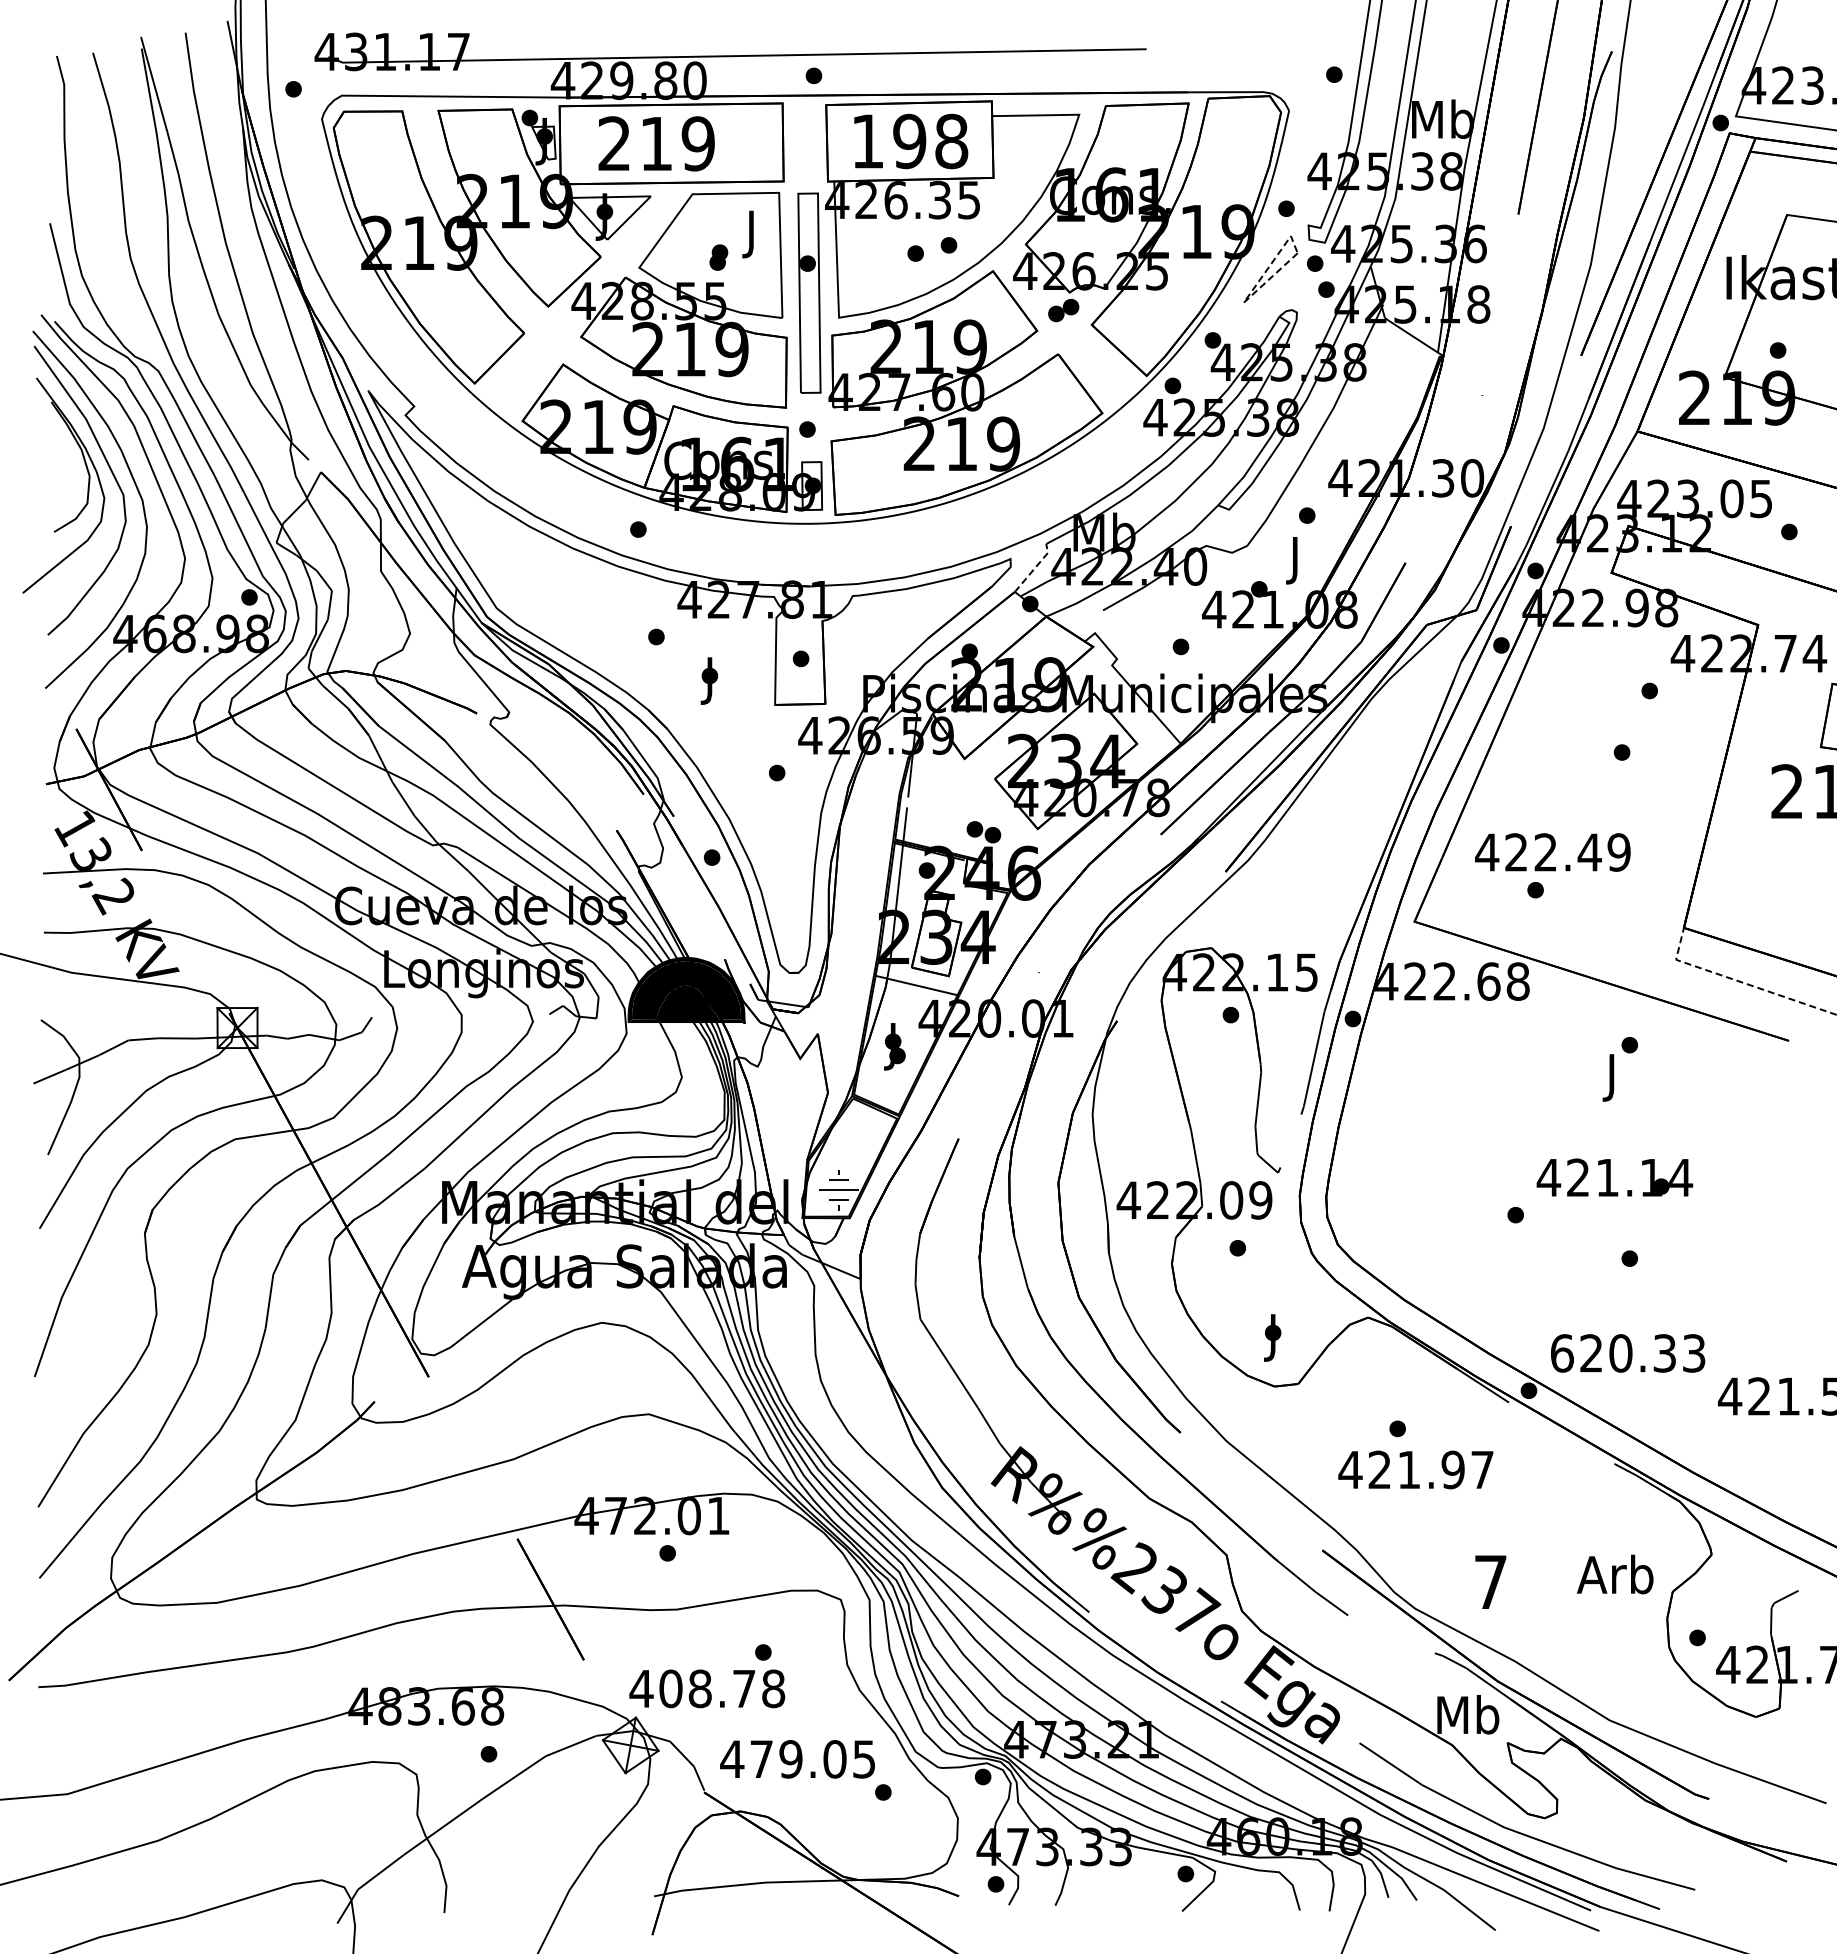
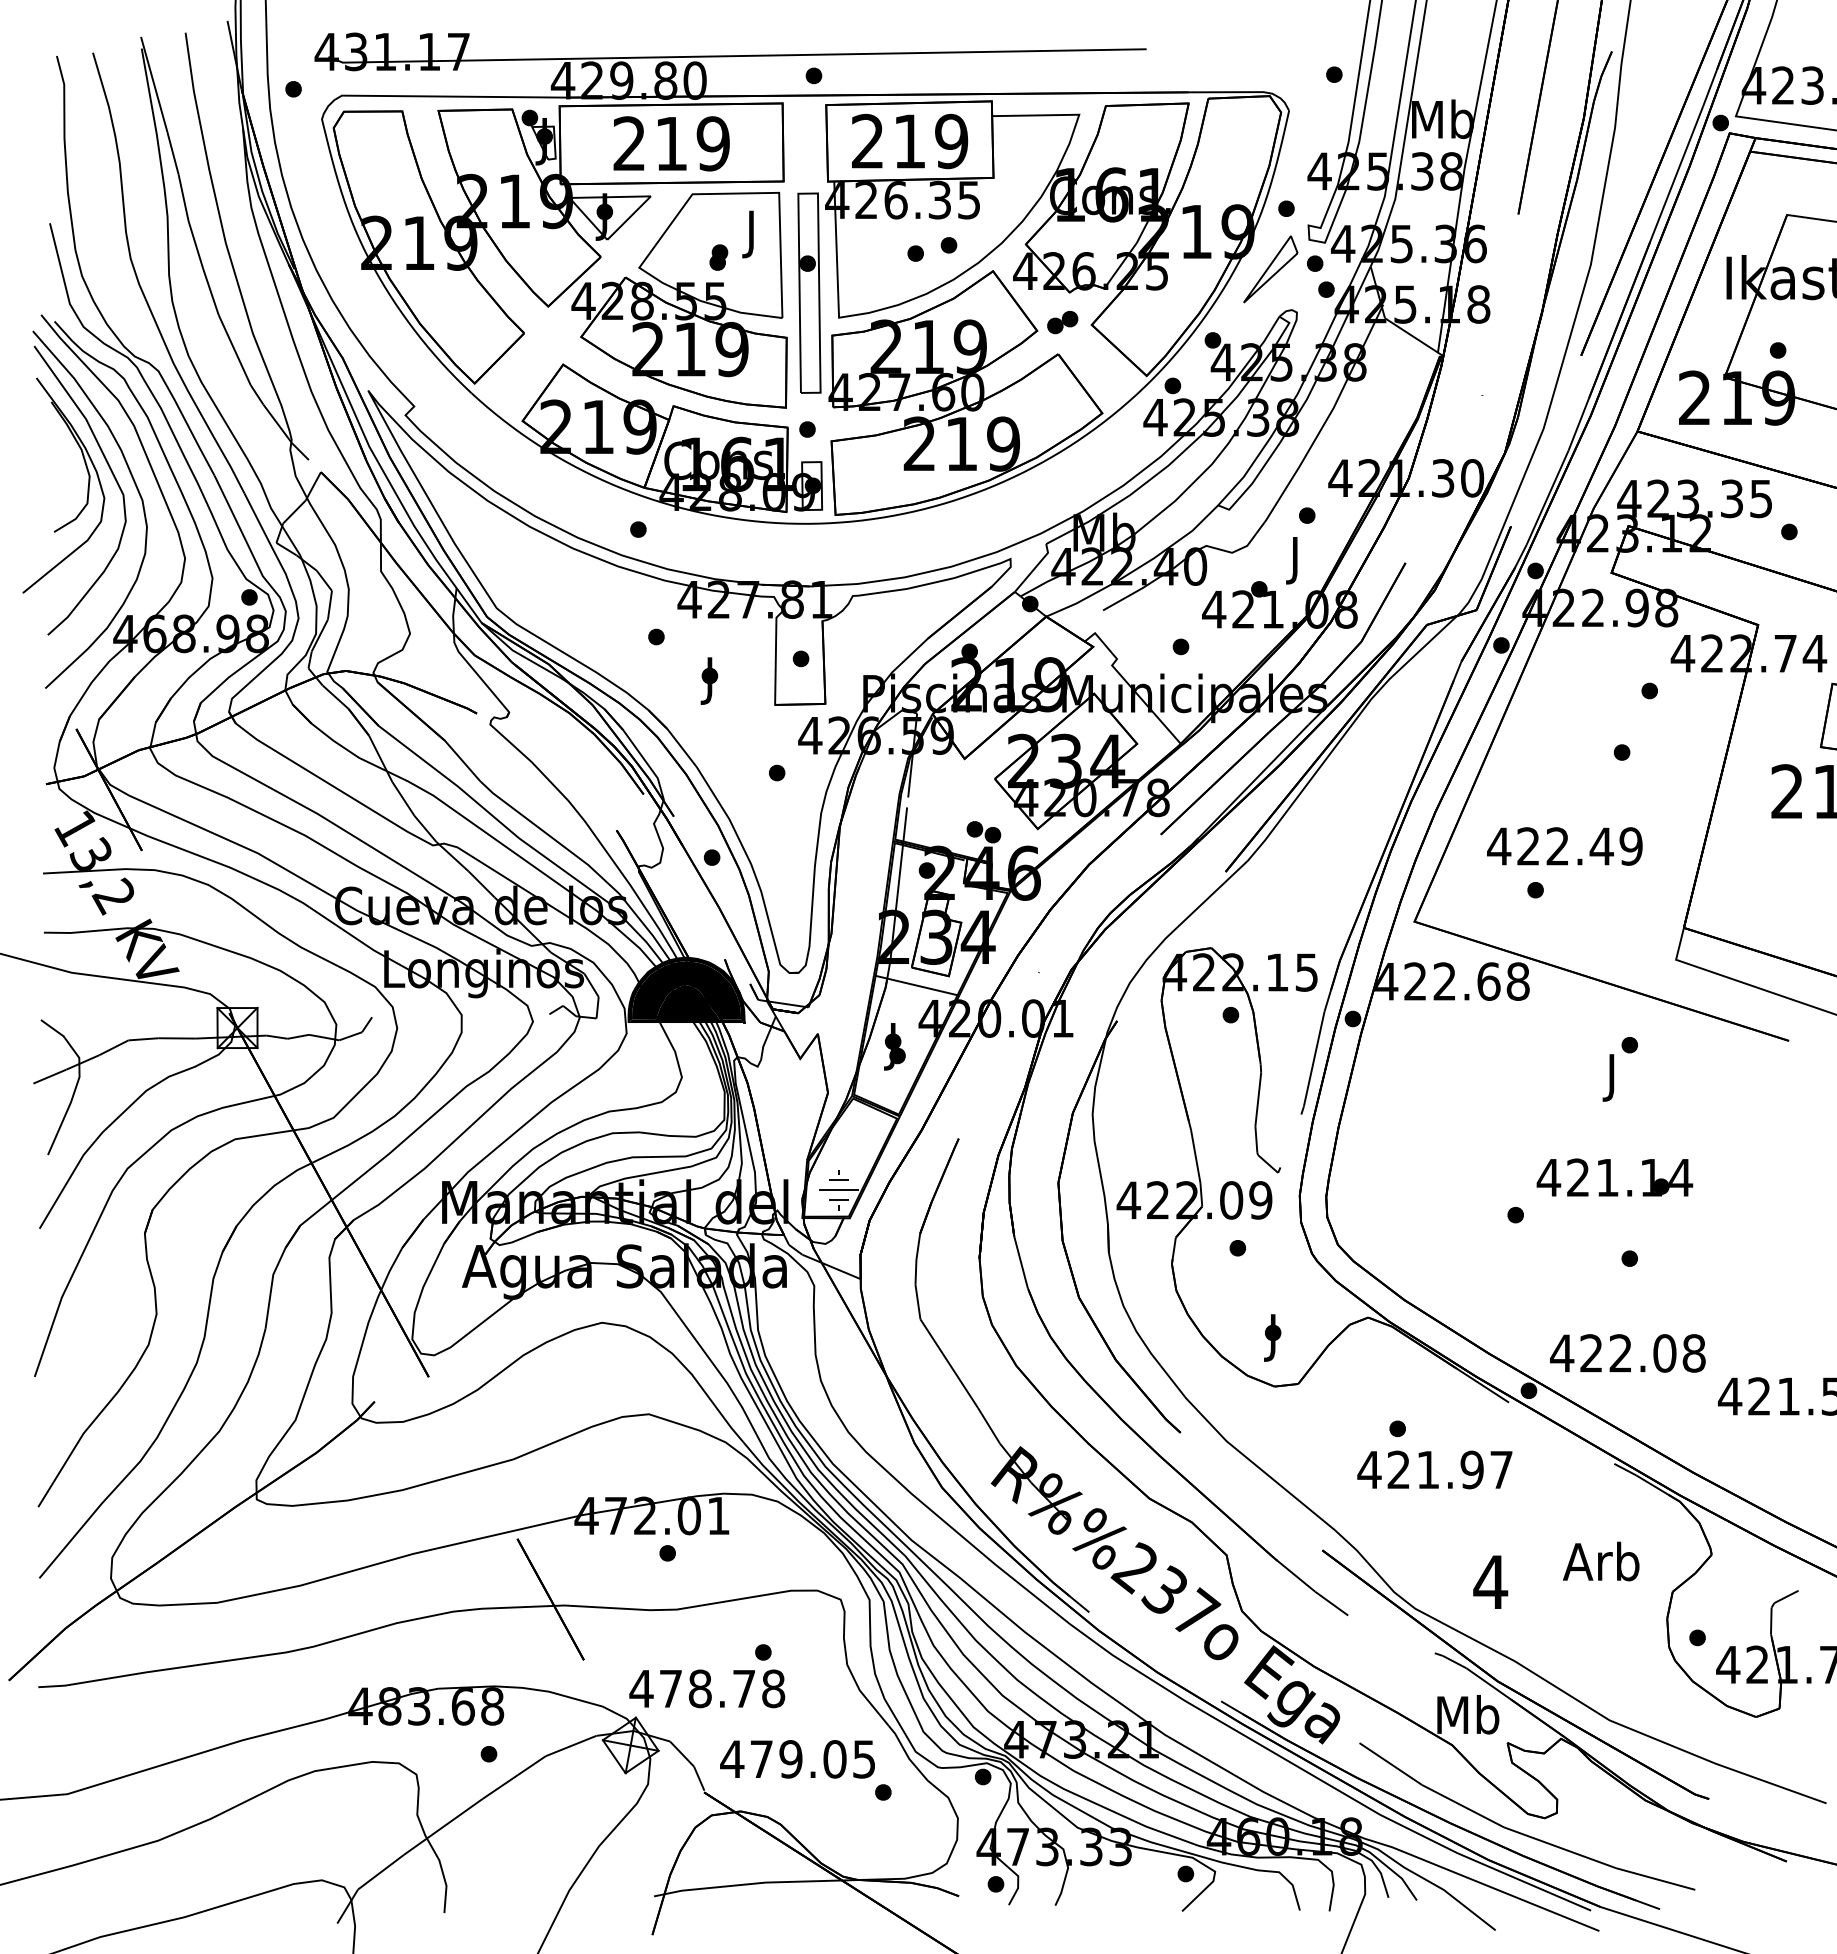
text at (910, 141): 198 -> 219
text at (656, 143) position: (656, 143) -> (671, 143)
line at (1251, 291): dashed -> solid
part at (1063, 310) position: (1063, 310) -> (1062, 322)
text at (1731, 498): 423.05 -> 423.35
line at (1034, 568): dashed -> solid
text at (1552, 852) position: (1552, 852) -> (1564, 846)
line at (1740, 981): dashed -> solid
text at (1627, 1353): 620.33 -> 422.08
text at (1415, 1469) position: (1415, 1469) -> (1434, 1469)
text at (1614, 1574) position: (1614, 1574) -> (1600, 1561)
text at (1490, 1581): 7 -> 4
text at (670, 1688): 408.78 -> 478.78
